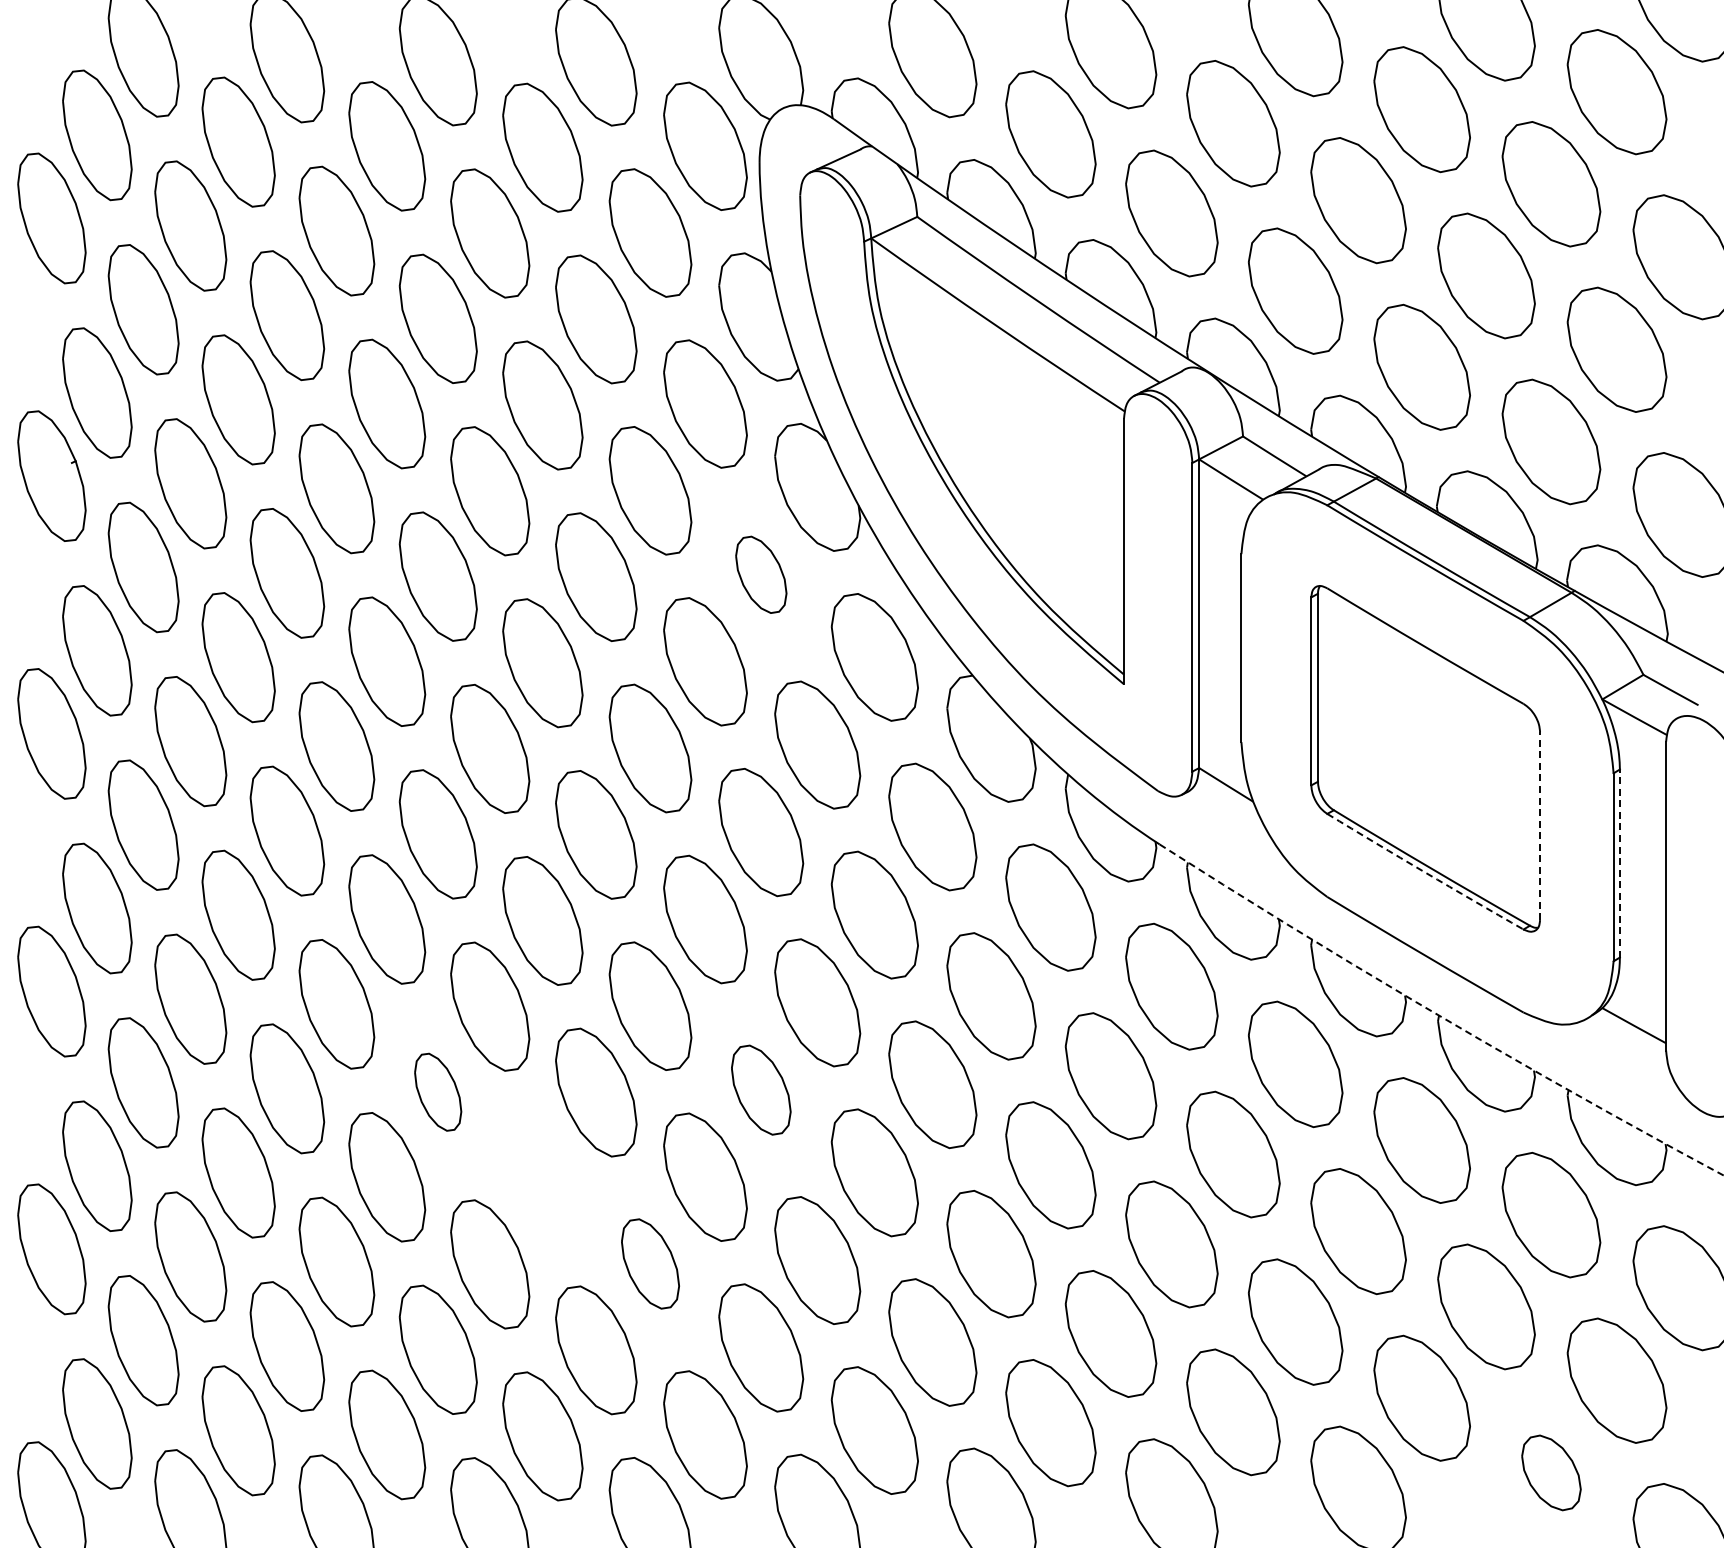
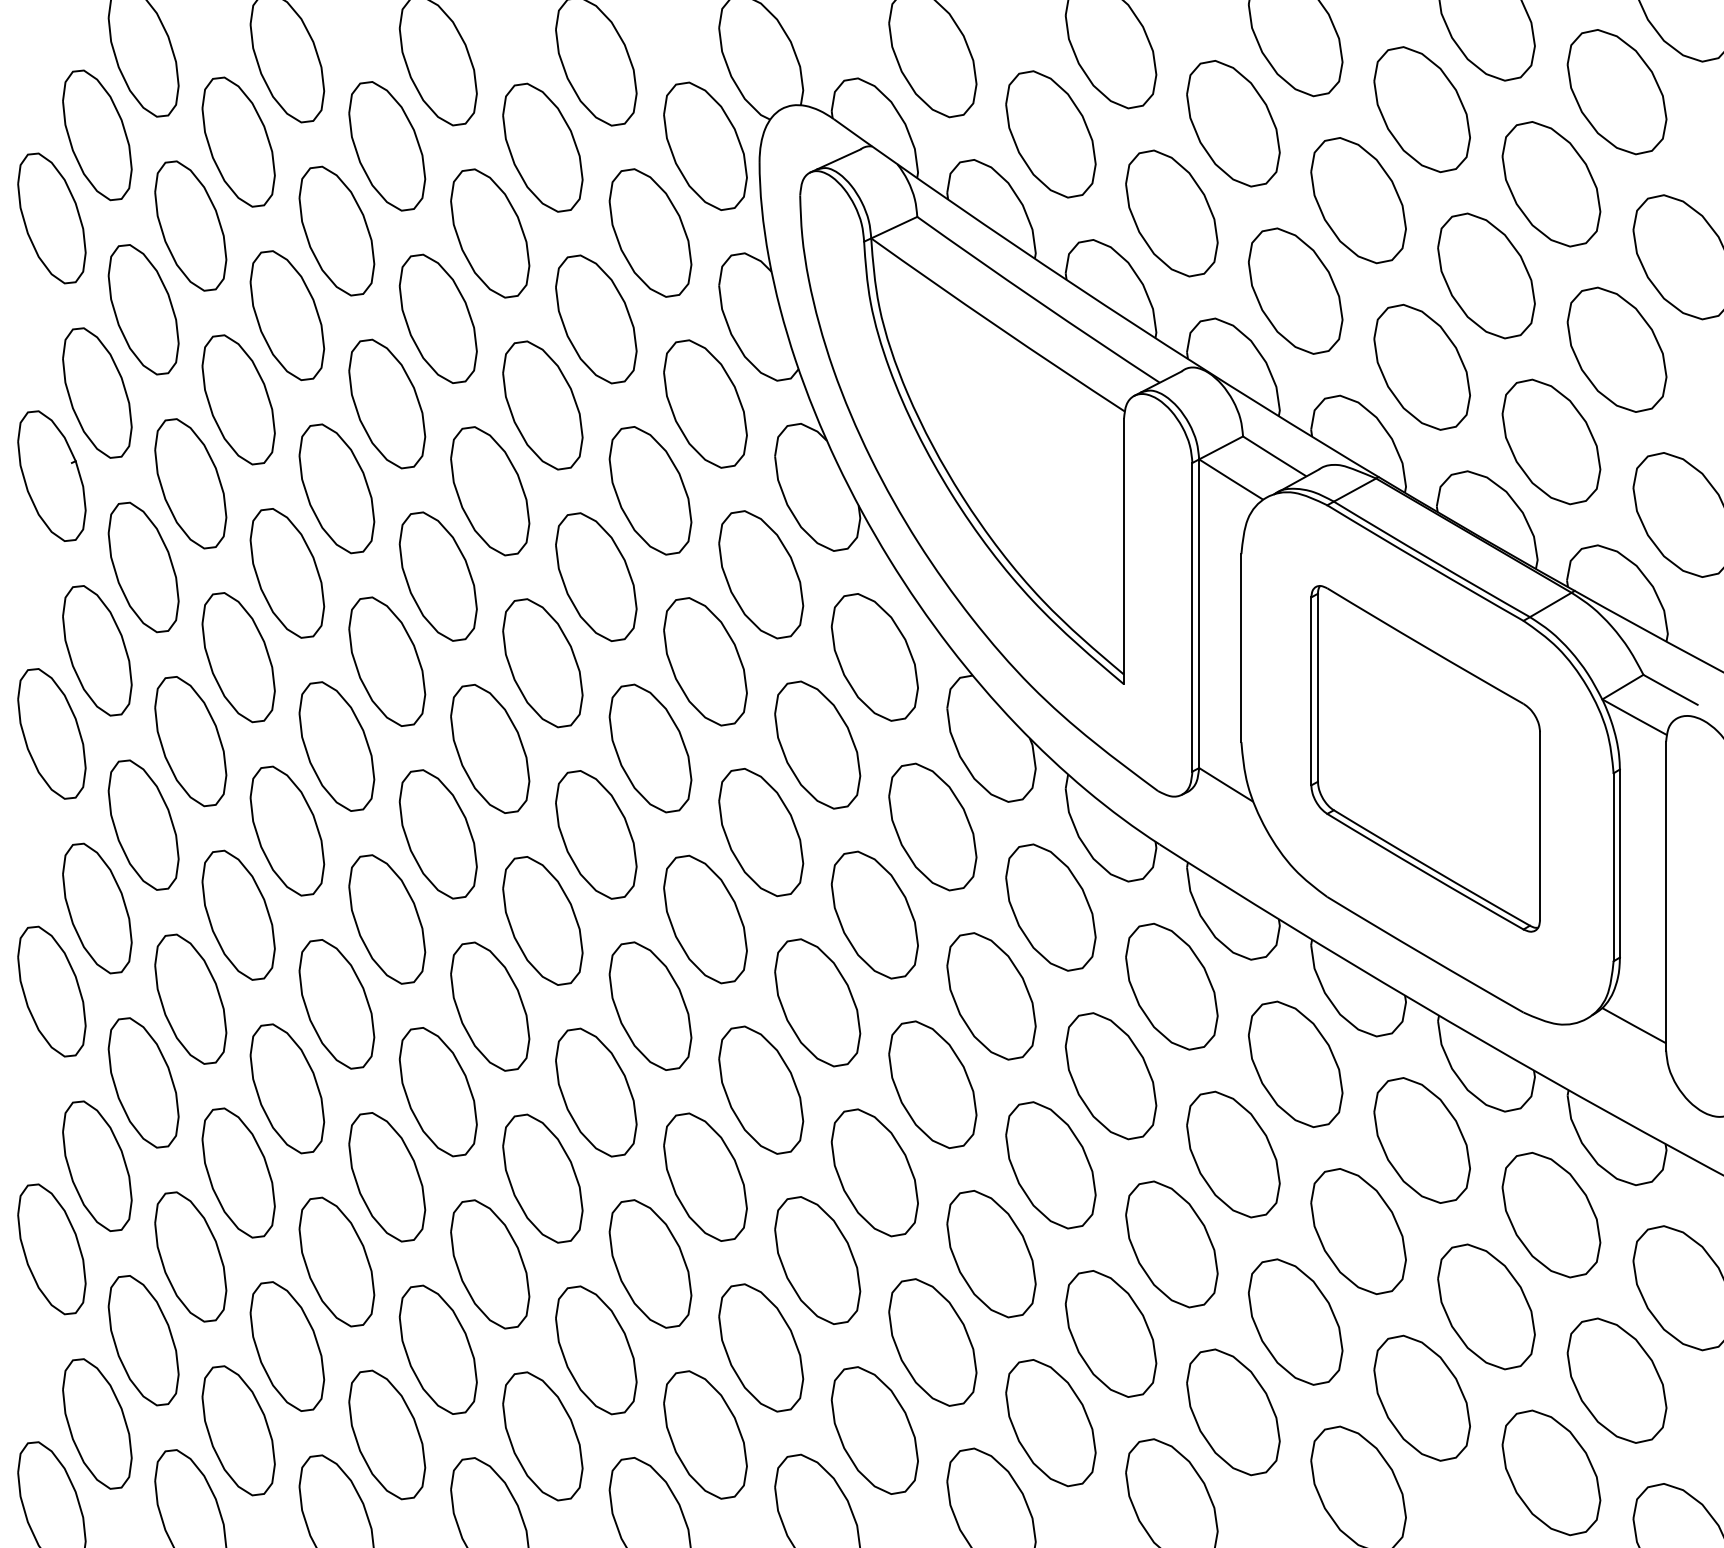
part at (761, 574) size: 53x79 px -> 87x130 px
line at (1540, 825): dashed -> solid
line at (1619, 863): dashed -> solid
arc at (1425, 872): dashed -> solid
arc at (1439, 1015): dashed -> solid
part at (761, 1089) size: 61x92 px -> 87x130 px
part at (438, 1091) size: 49x80 px -> 80x131 px
part at (542, 1178): none -> present
part at (650, 1263) size: 59x92 px -> 85x130 px
part at (1551, 1472) size: 61x78 px -> 101x128 px
